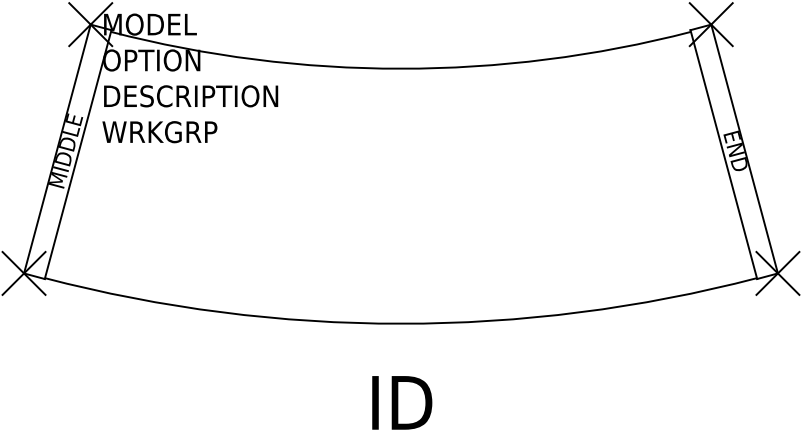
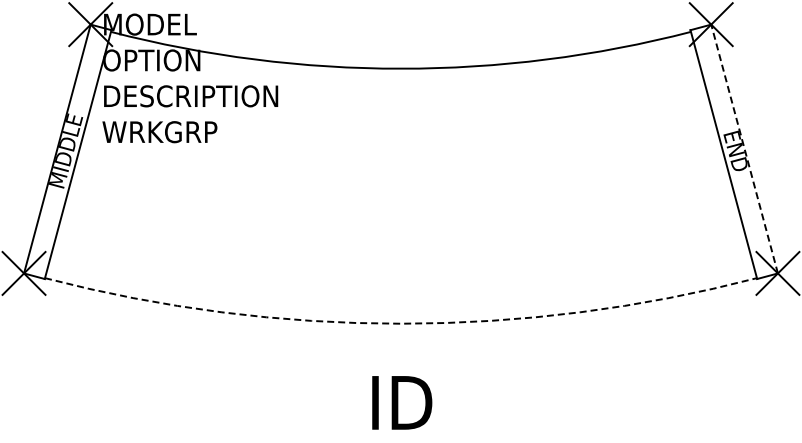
line at (744, 149): solid -> dashed
arc at (400, 323): solid -> dashed
